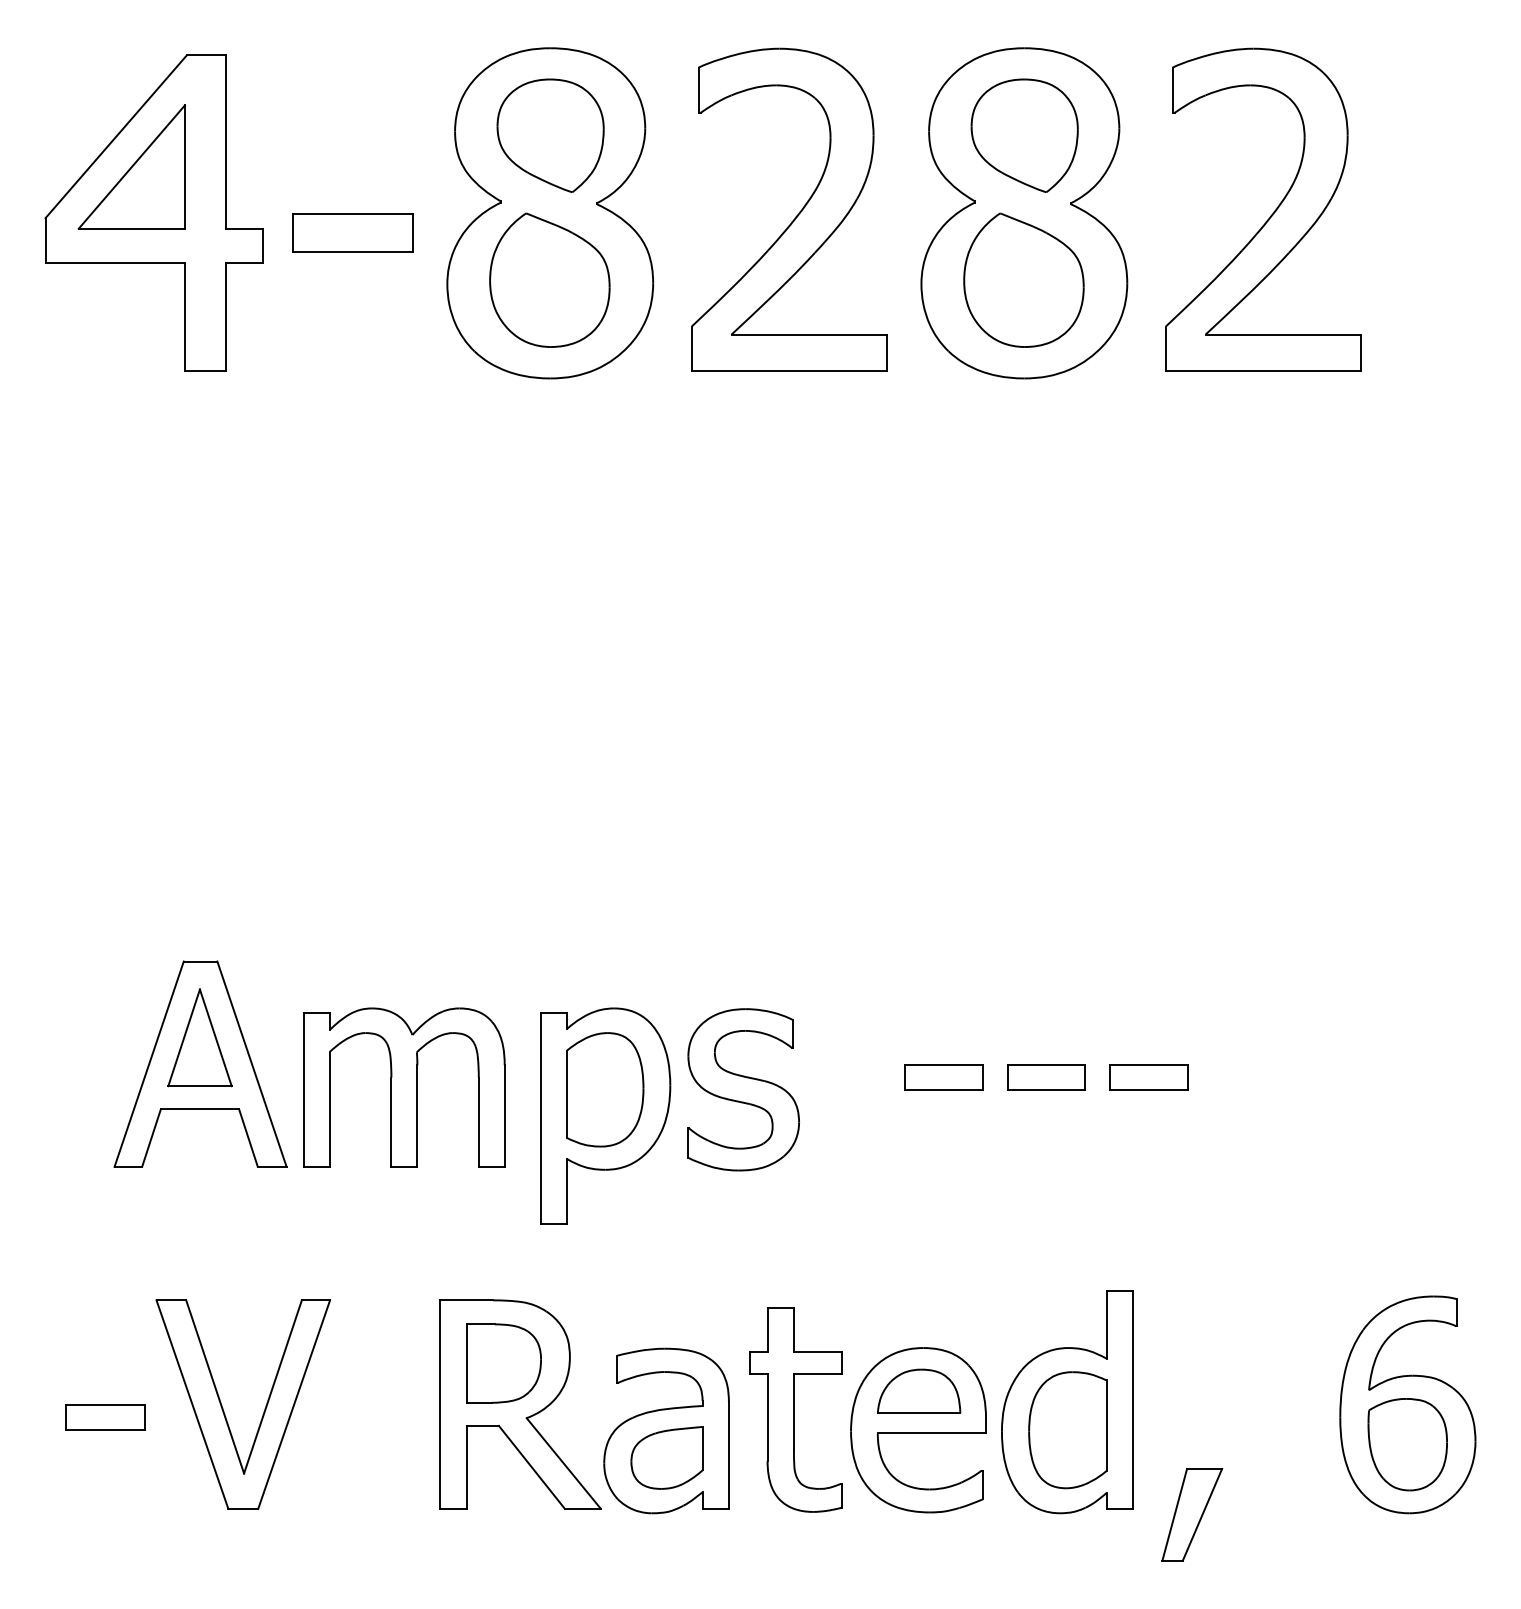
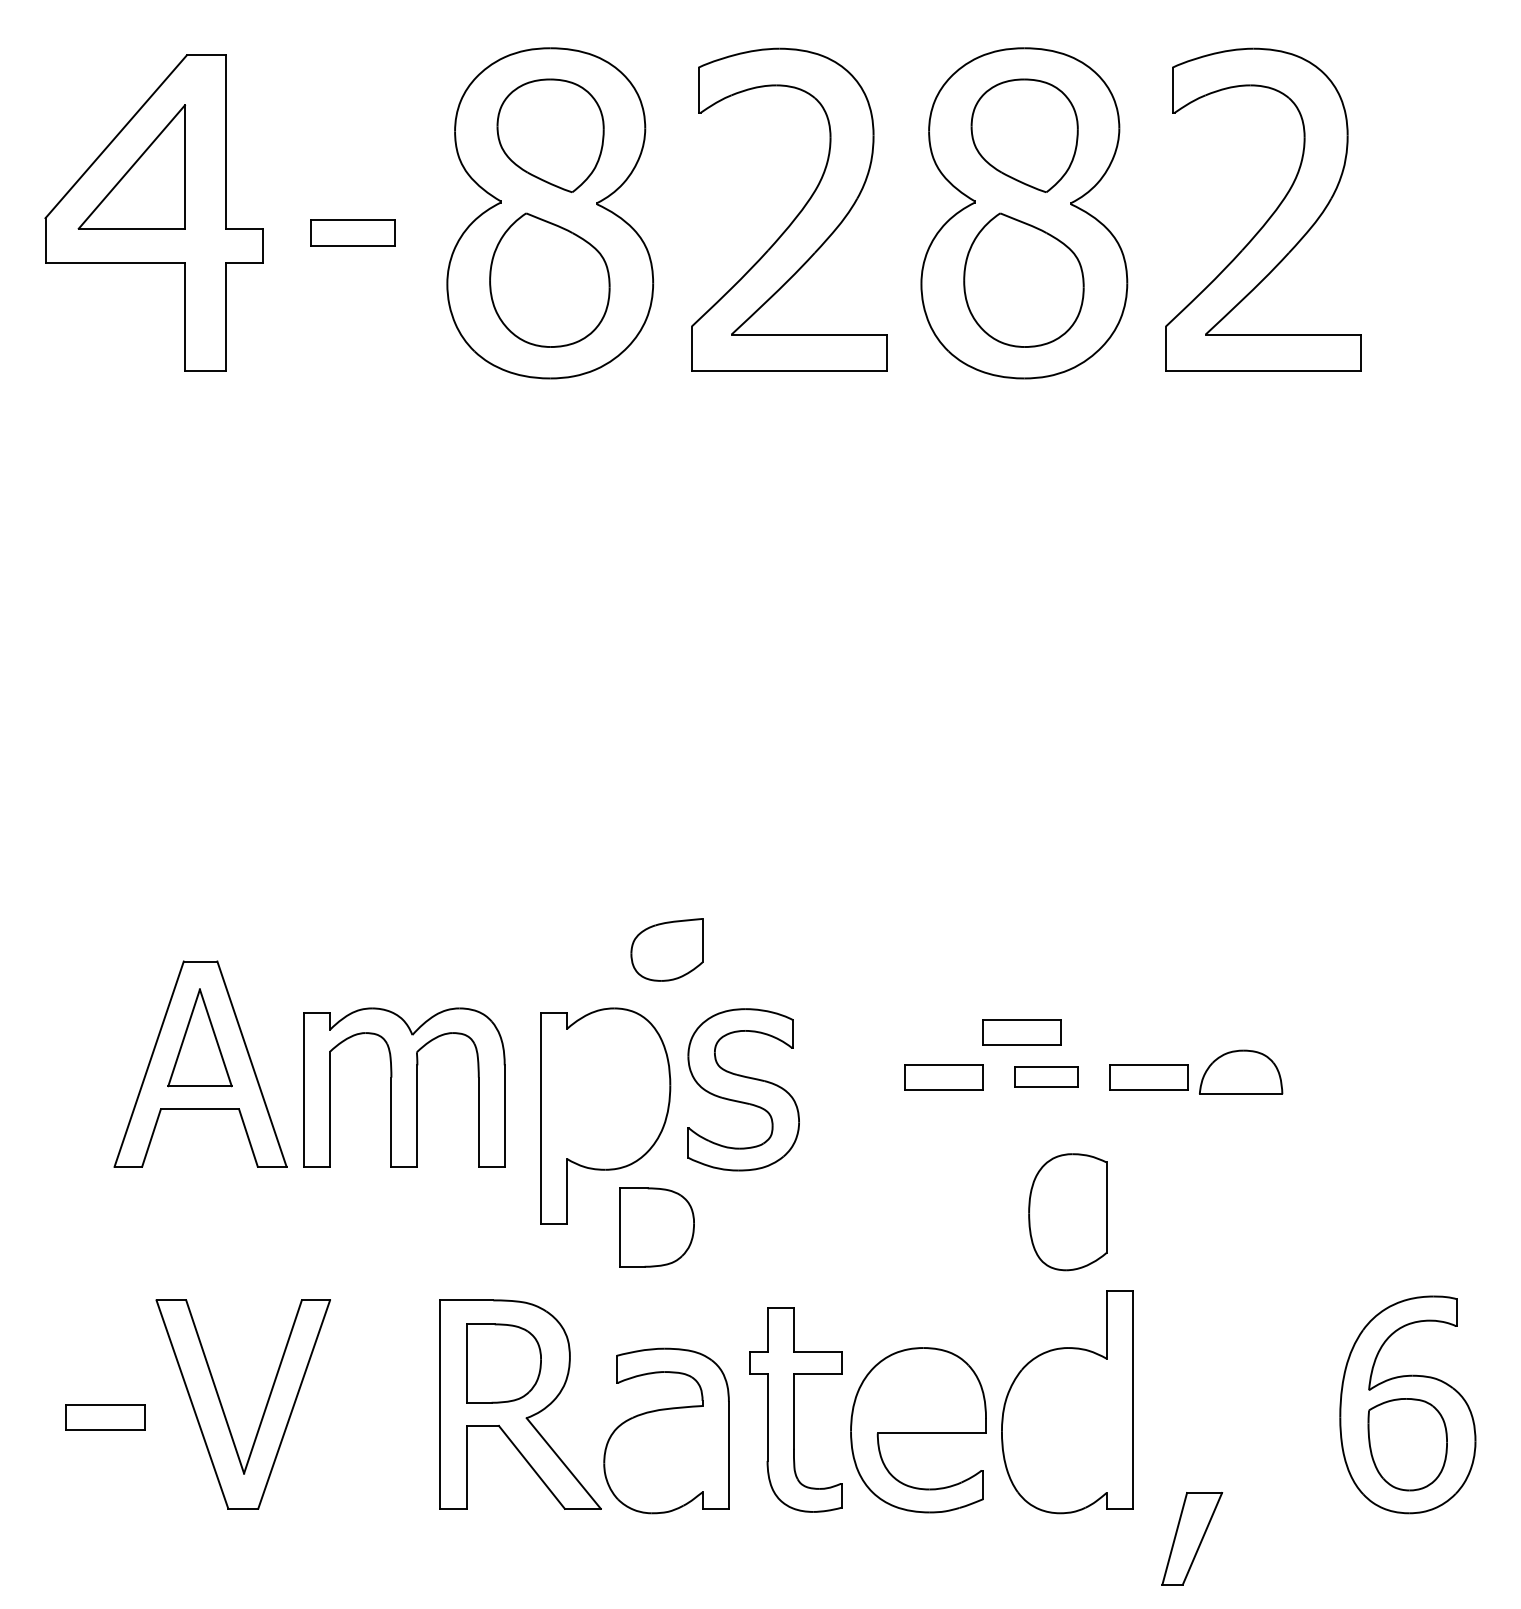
part at (352, 232) size: 122x40 px -> 86x28 px
part at (1021, 1032): none -> present
part at (1046, 1077) size: 79x27 px -> 65x22 px
part at (605, 1089): present -> none
part at (656, 1227): none -> present
part at (919, 1390) position: (919, 1390) -> (1241, 1071)
part at (1067, 1430) position: (1067, 1430) -> (1067, 1212)
part at (666, 1457) position: (666, 1457) -> (666, 949)
part at (1192, 1514) position: (1192, 1514) -> (1192, 1538)
